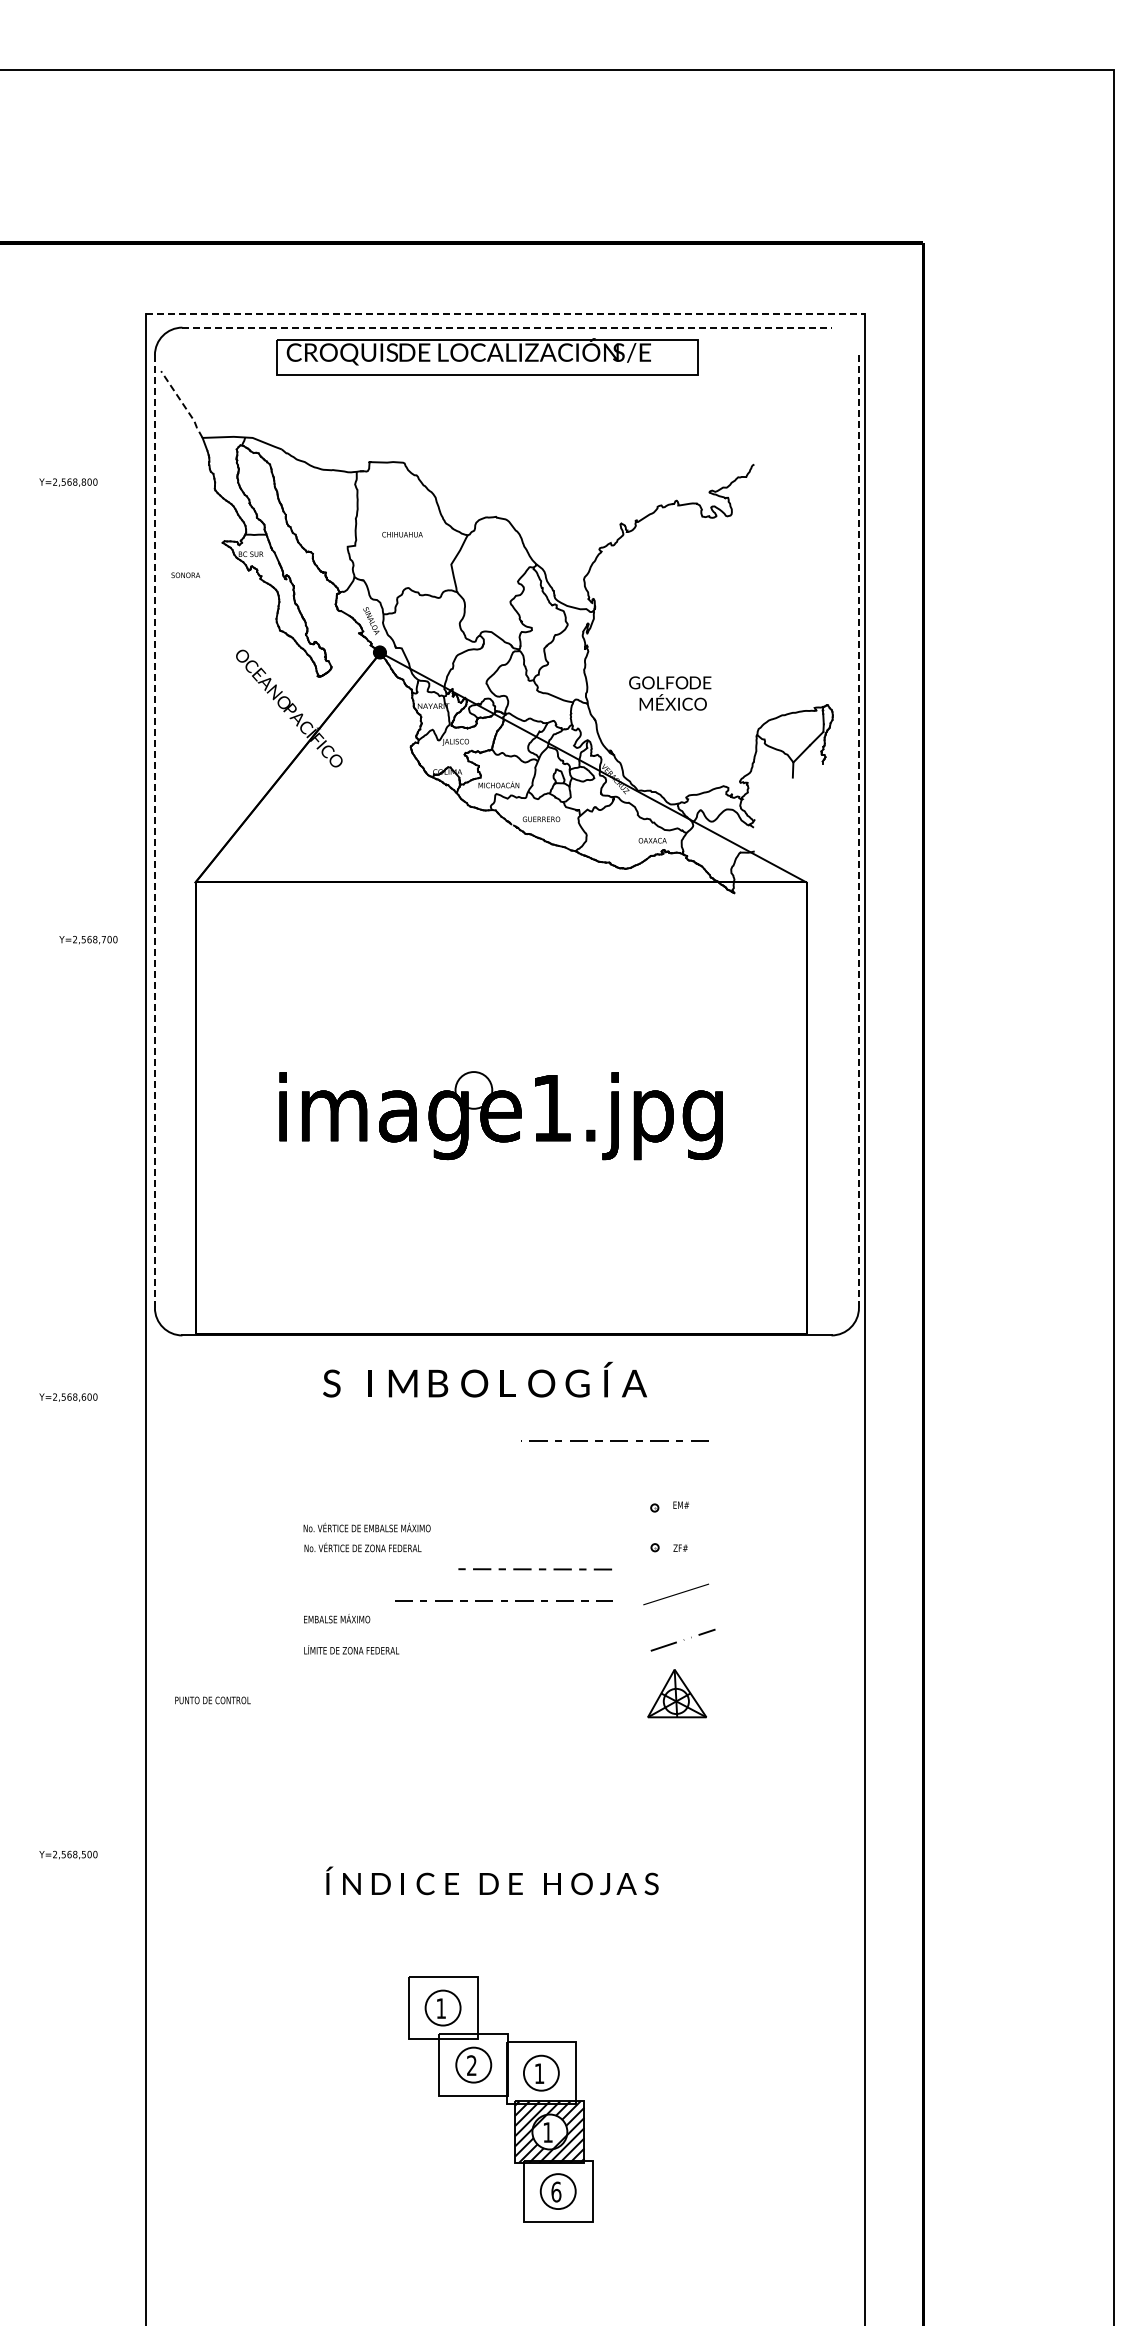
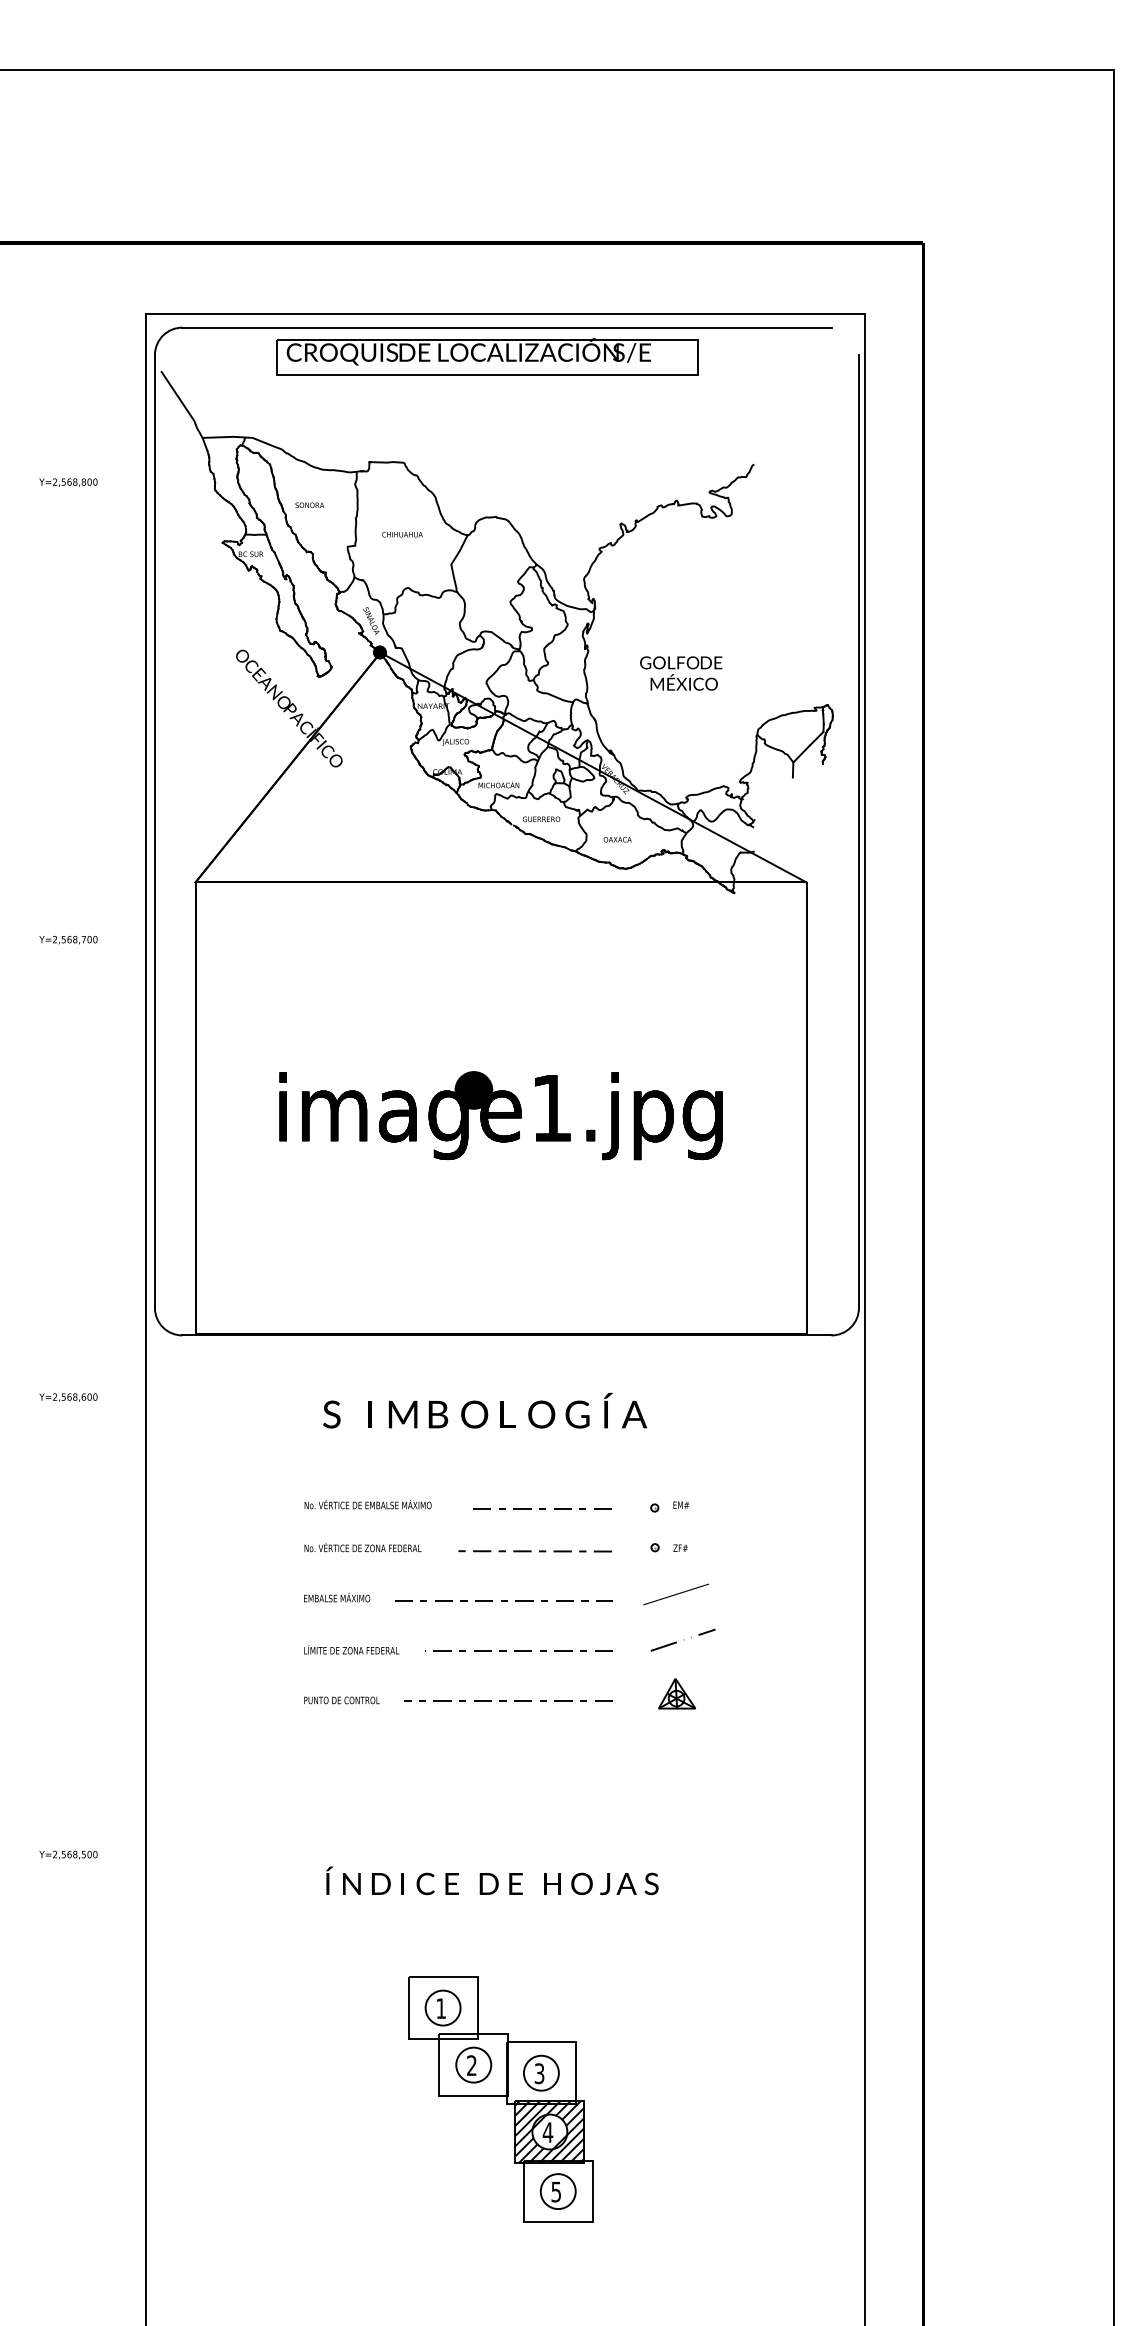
line at (506, 313): dashed -> solid
line at (506, 327): dashed -> solid
line at (183, 405): dashed -> solid
text at (185, 574) position: (185, 574) -> (309, 504)
text at (670, 693) position: (670, 693) -> (681, 673)
line at (154, 831): dashed -> solid
line at (858, 832): dashed -> solid
text at (652, 840) position: (652, 840) -> (617, 839)
text at (88, 940) position: (88, 940) -> (68, 940)
fill at (473, 1090): none -> present
text at (484, 1379) position: (484, 1379) -> (484, 1410)
line at (614, 1440) position: (614, 1440) -> (518, 1650)
line at (542, 1508): none -> present
text at (366, 1527) position: (366, 1527) -> (367, 1504)
line at (531, 1569) position: (531, 1569) -> (531, 1551)
text at (337, 1618) position: (337, 1618) -> (337, 1597)
part at (676, 1693) size: 60x50 px -> 38x32 px
text at (212, 1700) position: (212, 1700) -> (341, 1700)
line at (506, 1700): none -> present
text at (539, 2073): 1 -> 3
text at (547, 2132): 1 -> 4
text at (556, 2191): 6 -> 5
